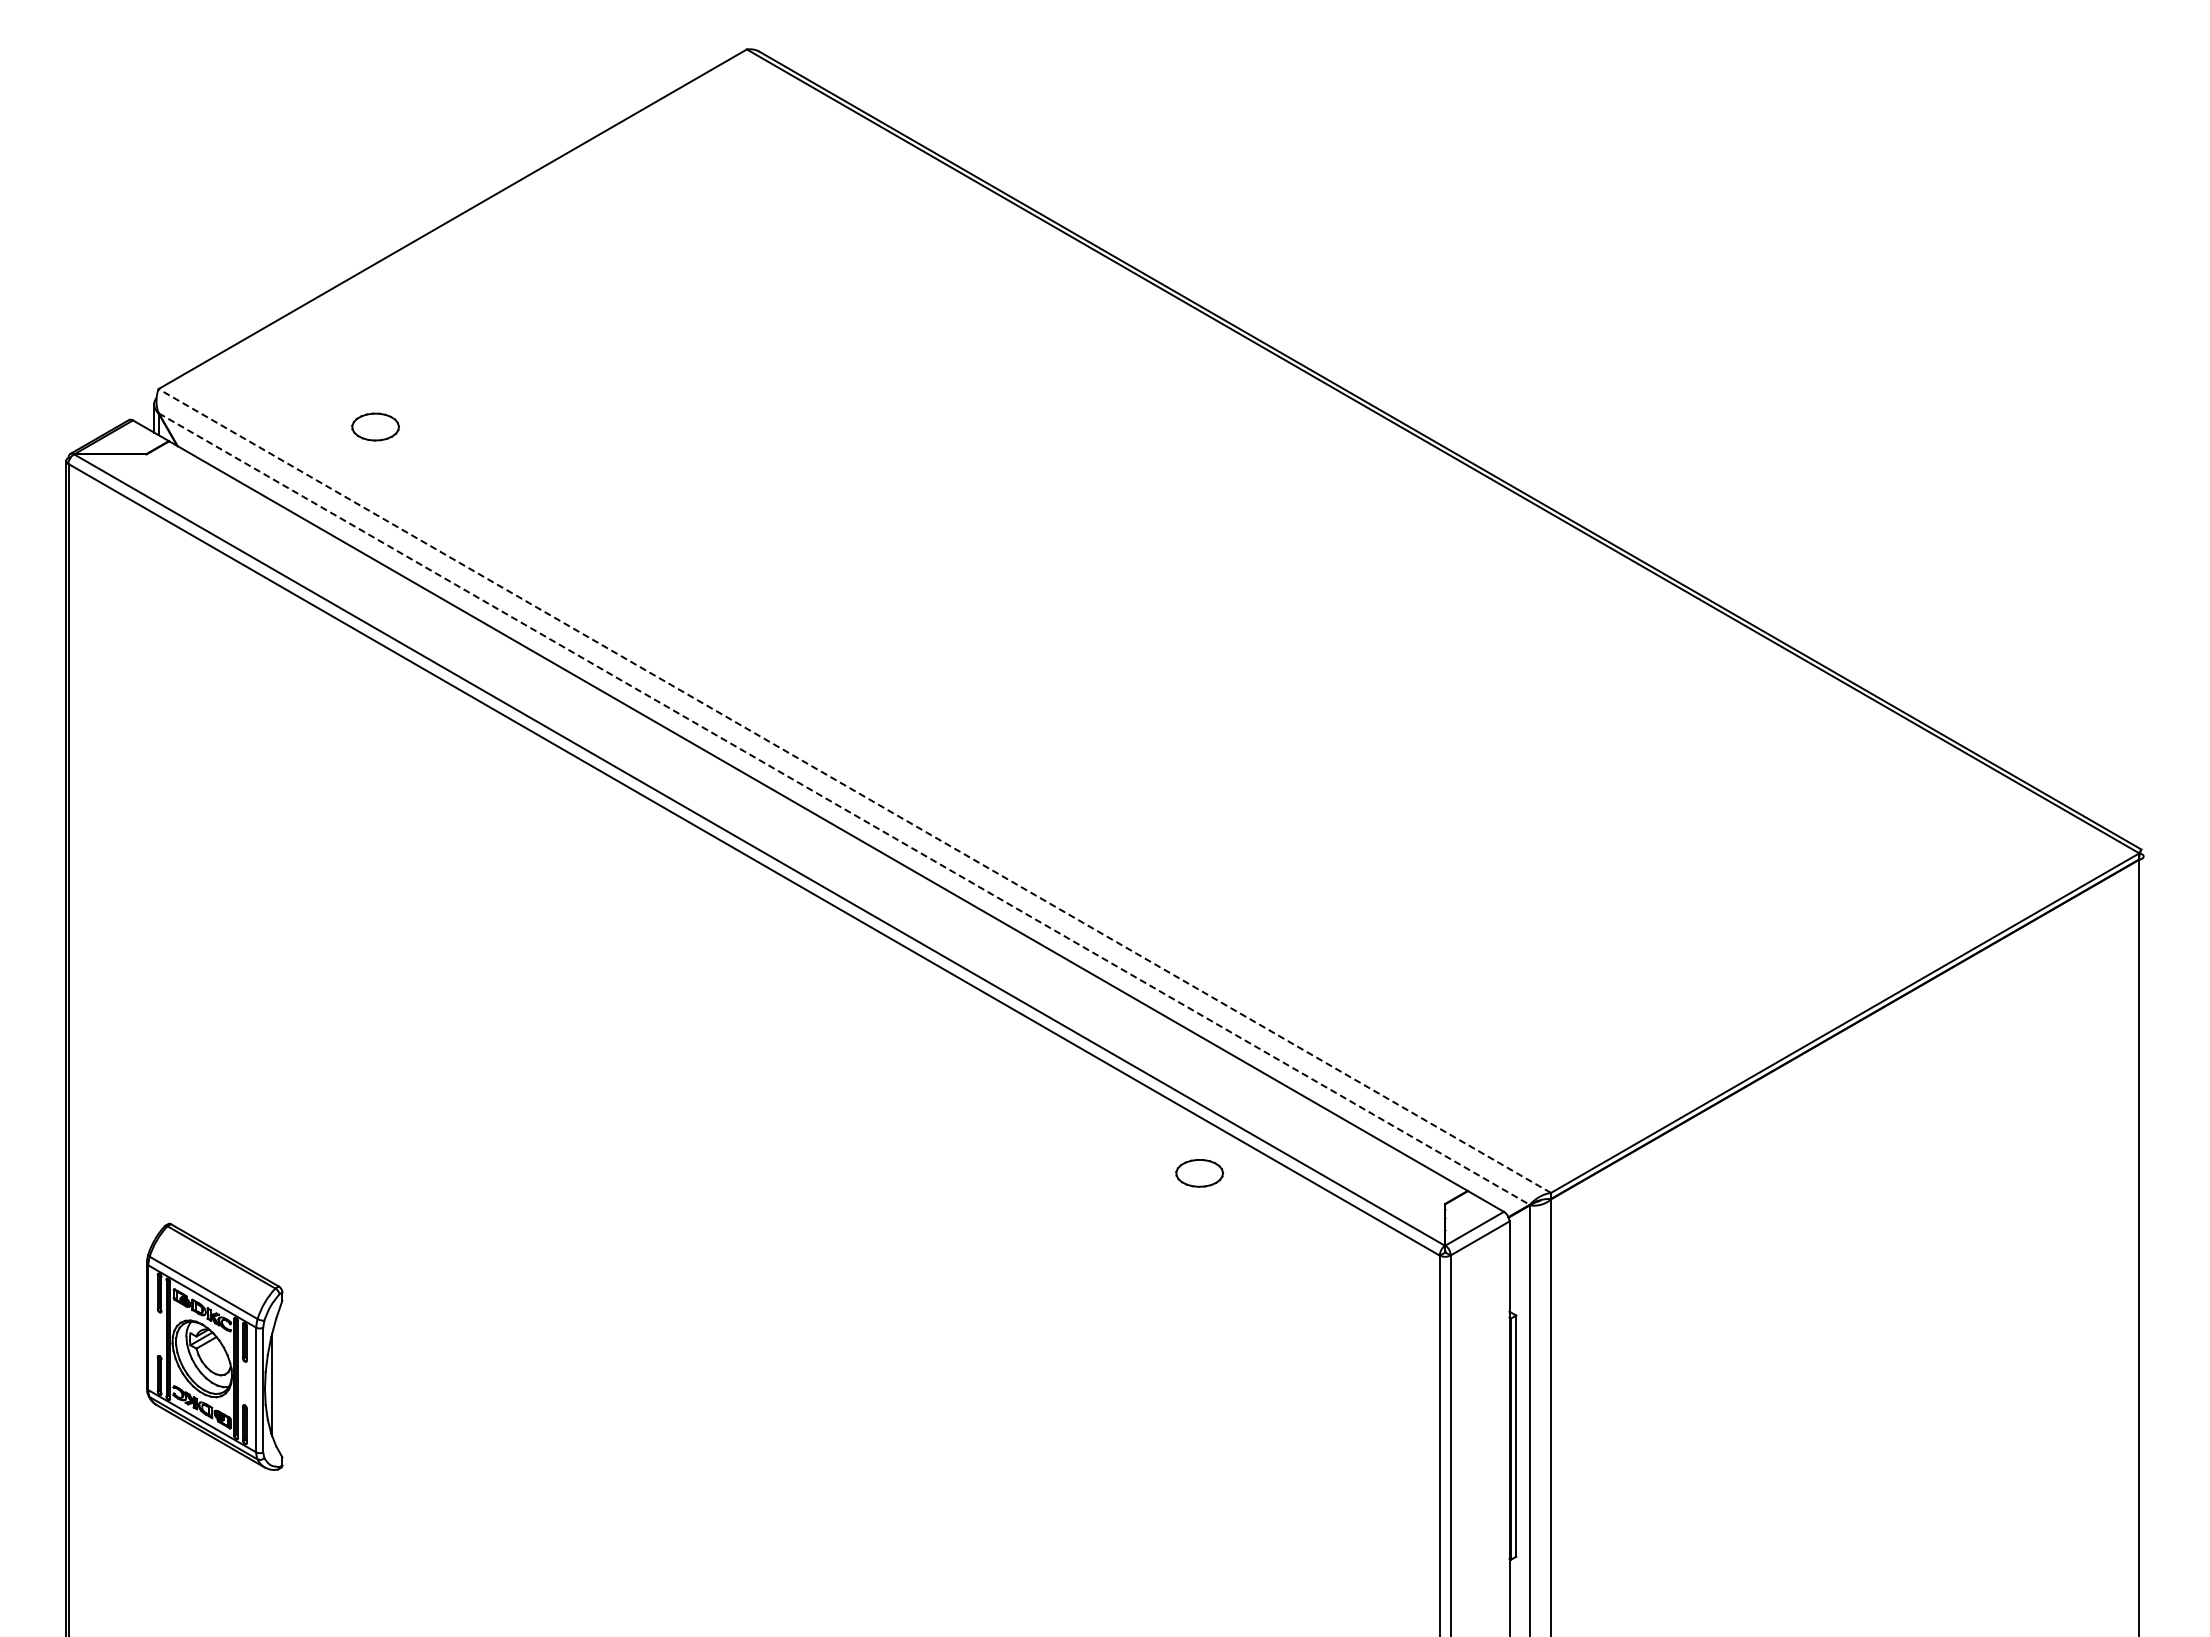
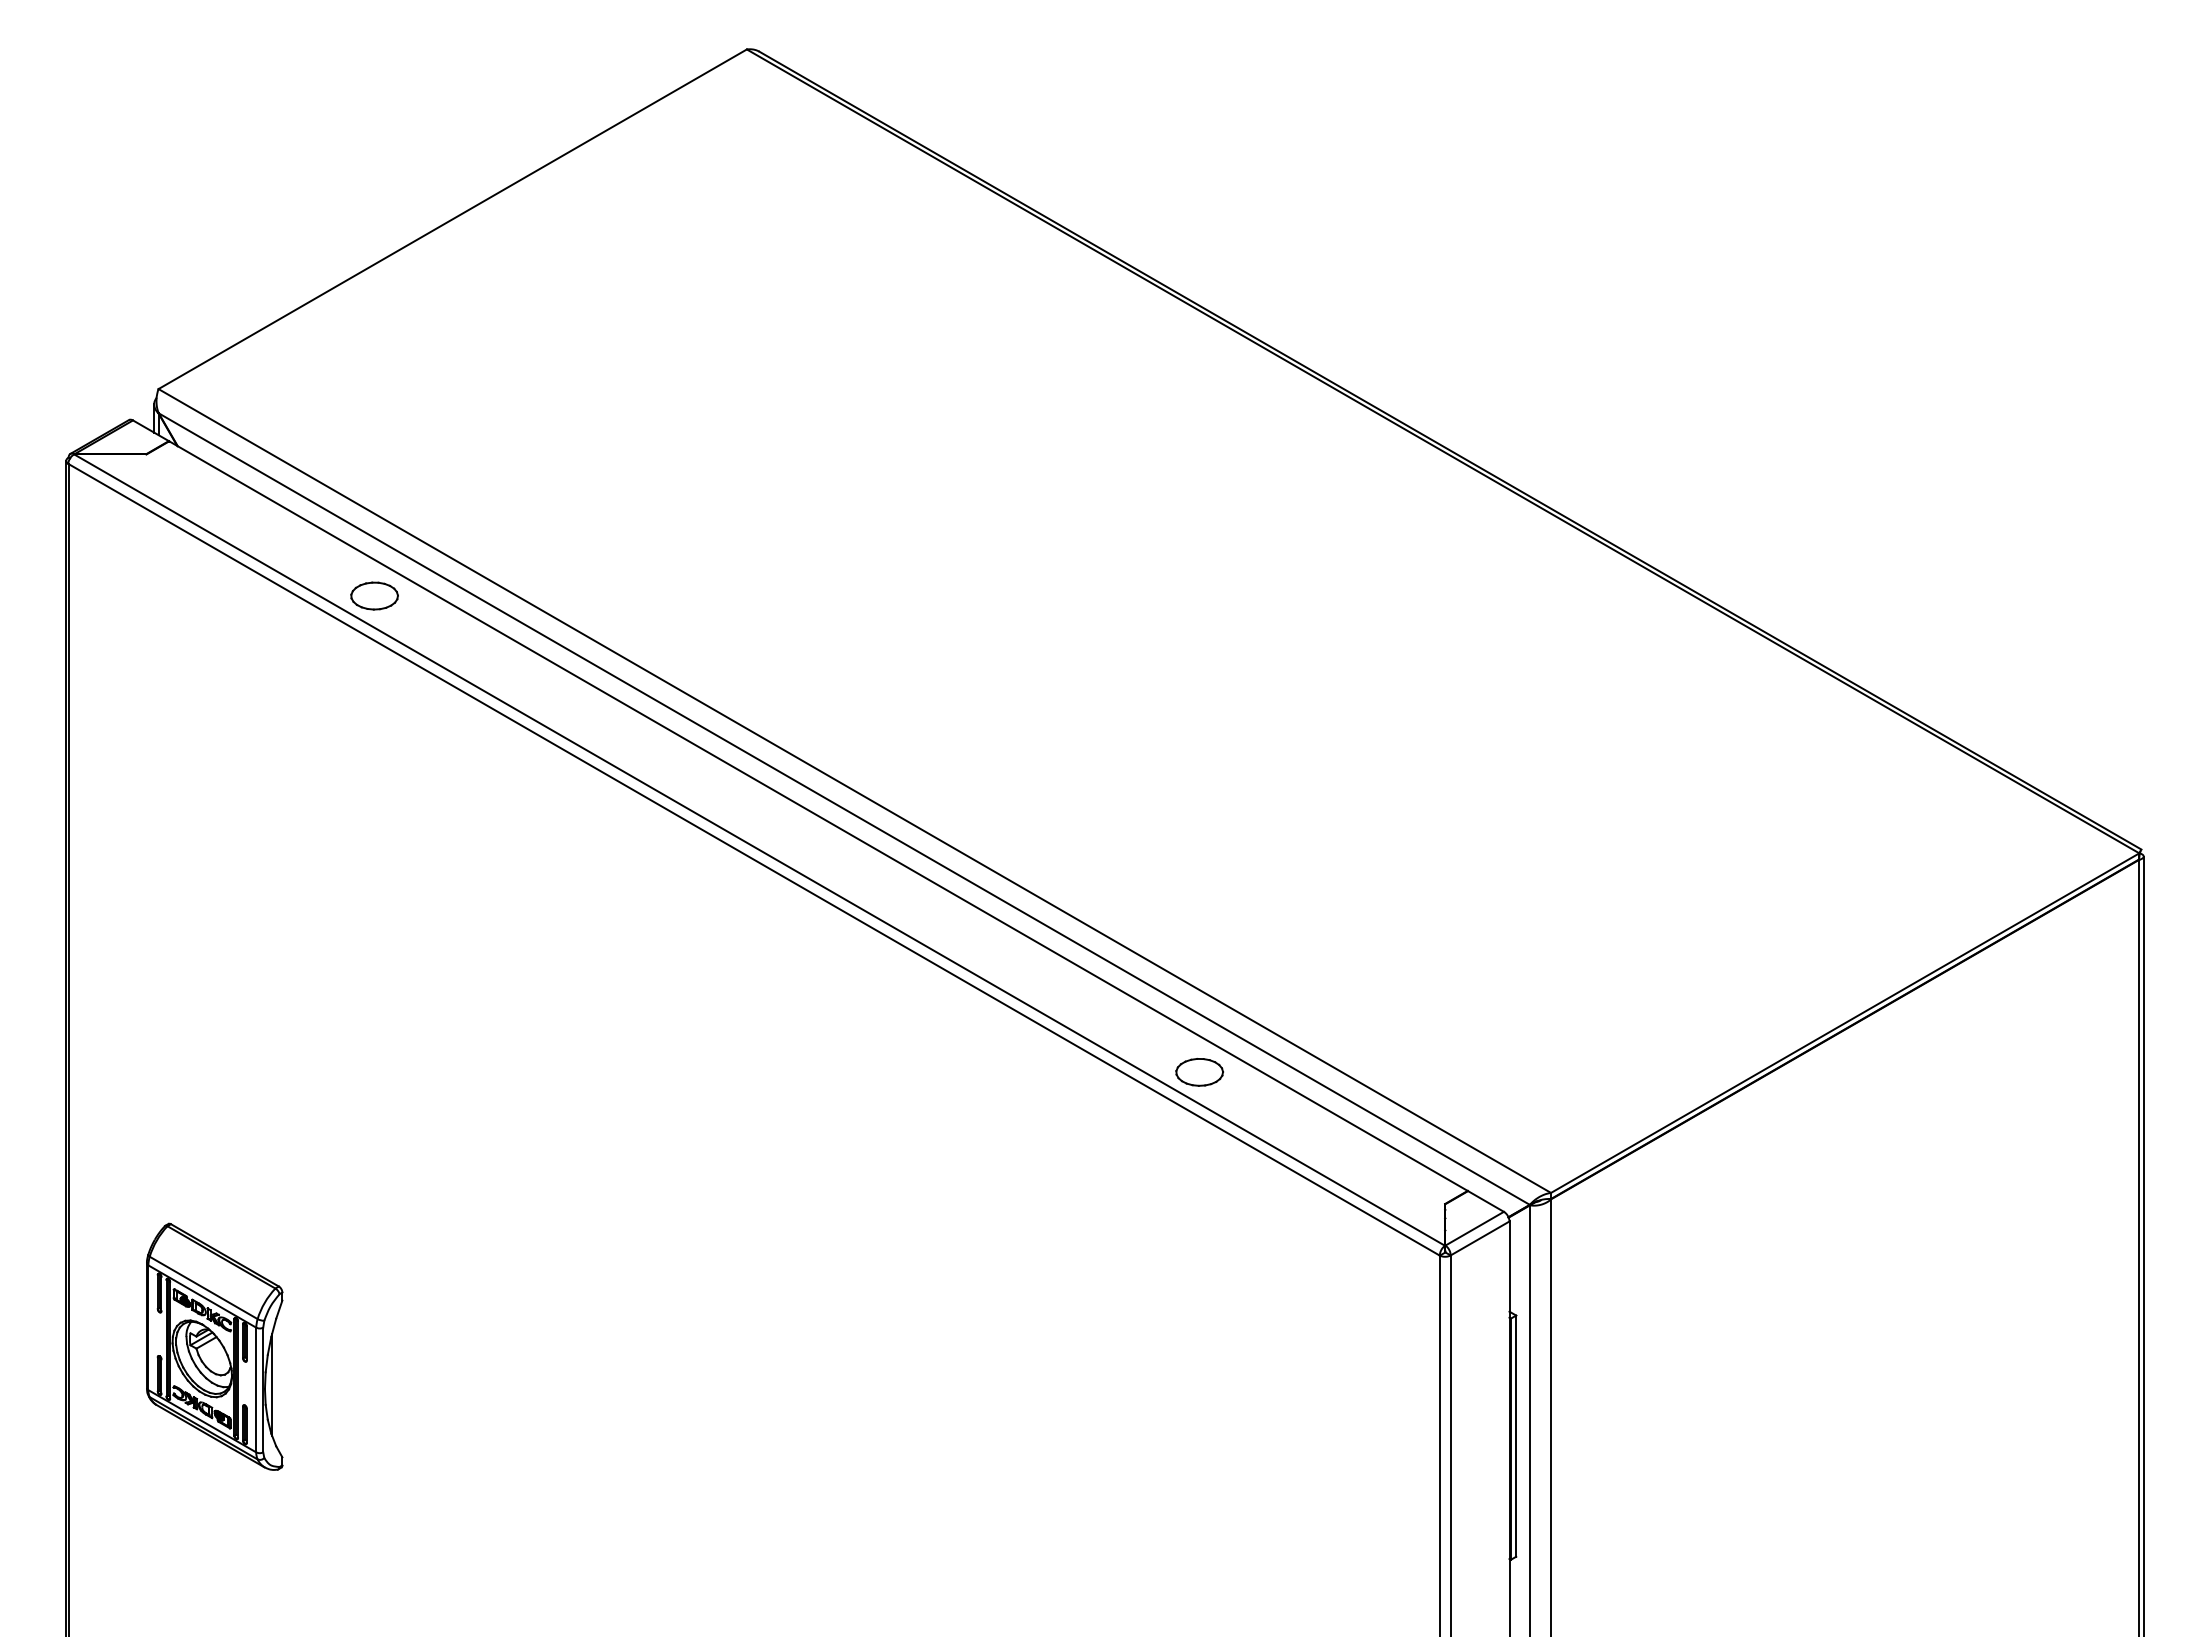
part at (375, 426) position: (375, 426) -> (374, 595)
line at (854, 791): dashed -> solid
line at (844, 809): dashed -> solid
part at (1199, 1173) position: (1199, 1173) -> (1199, 1072)
line at (2143, 1244): none -> present
